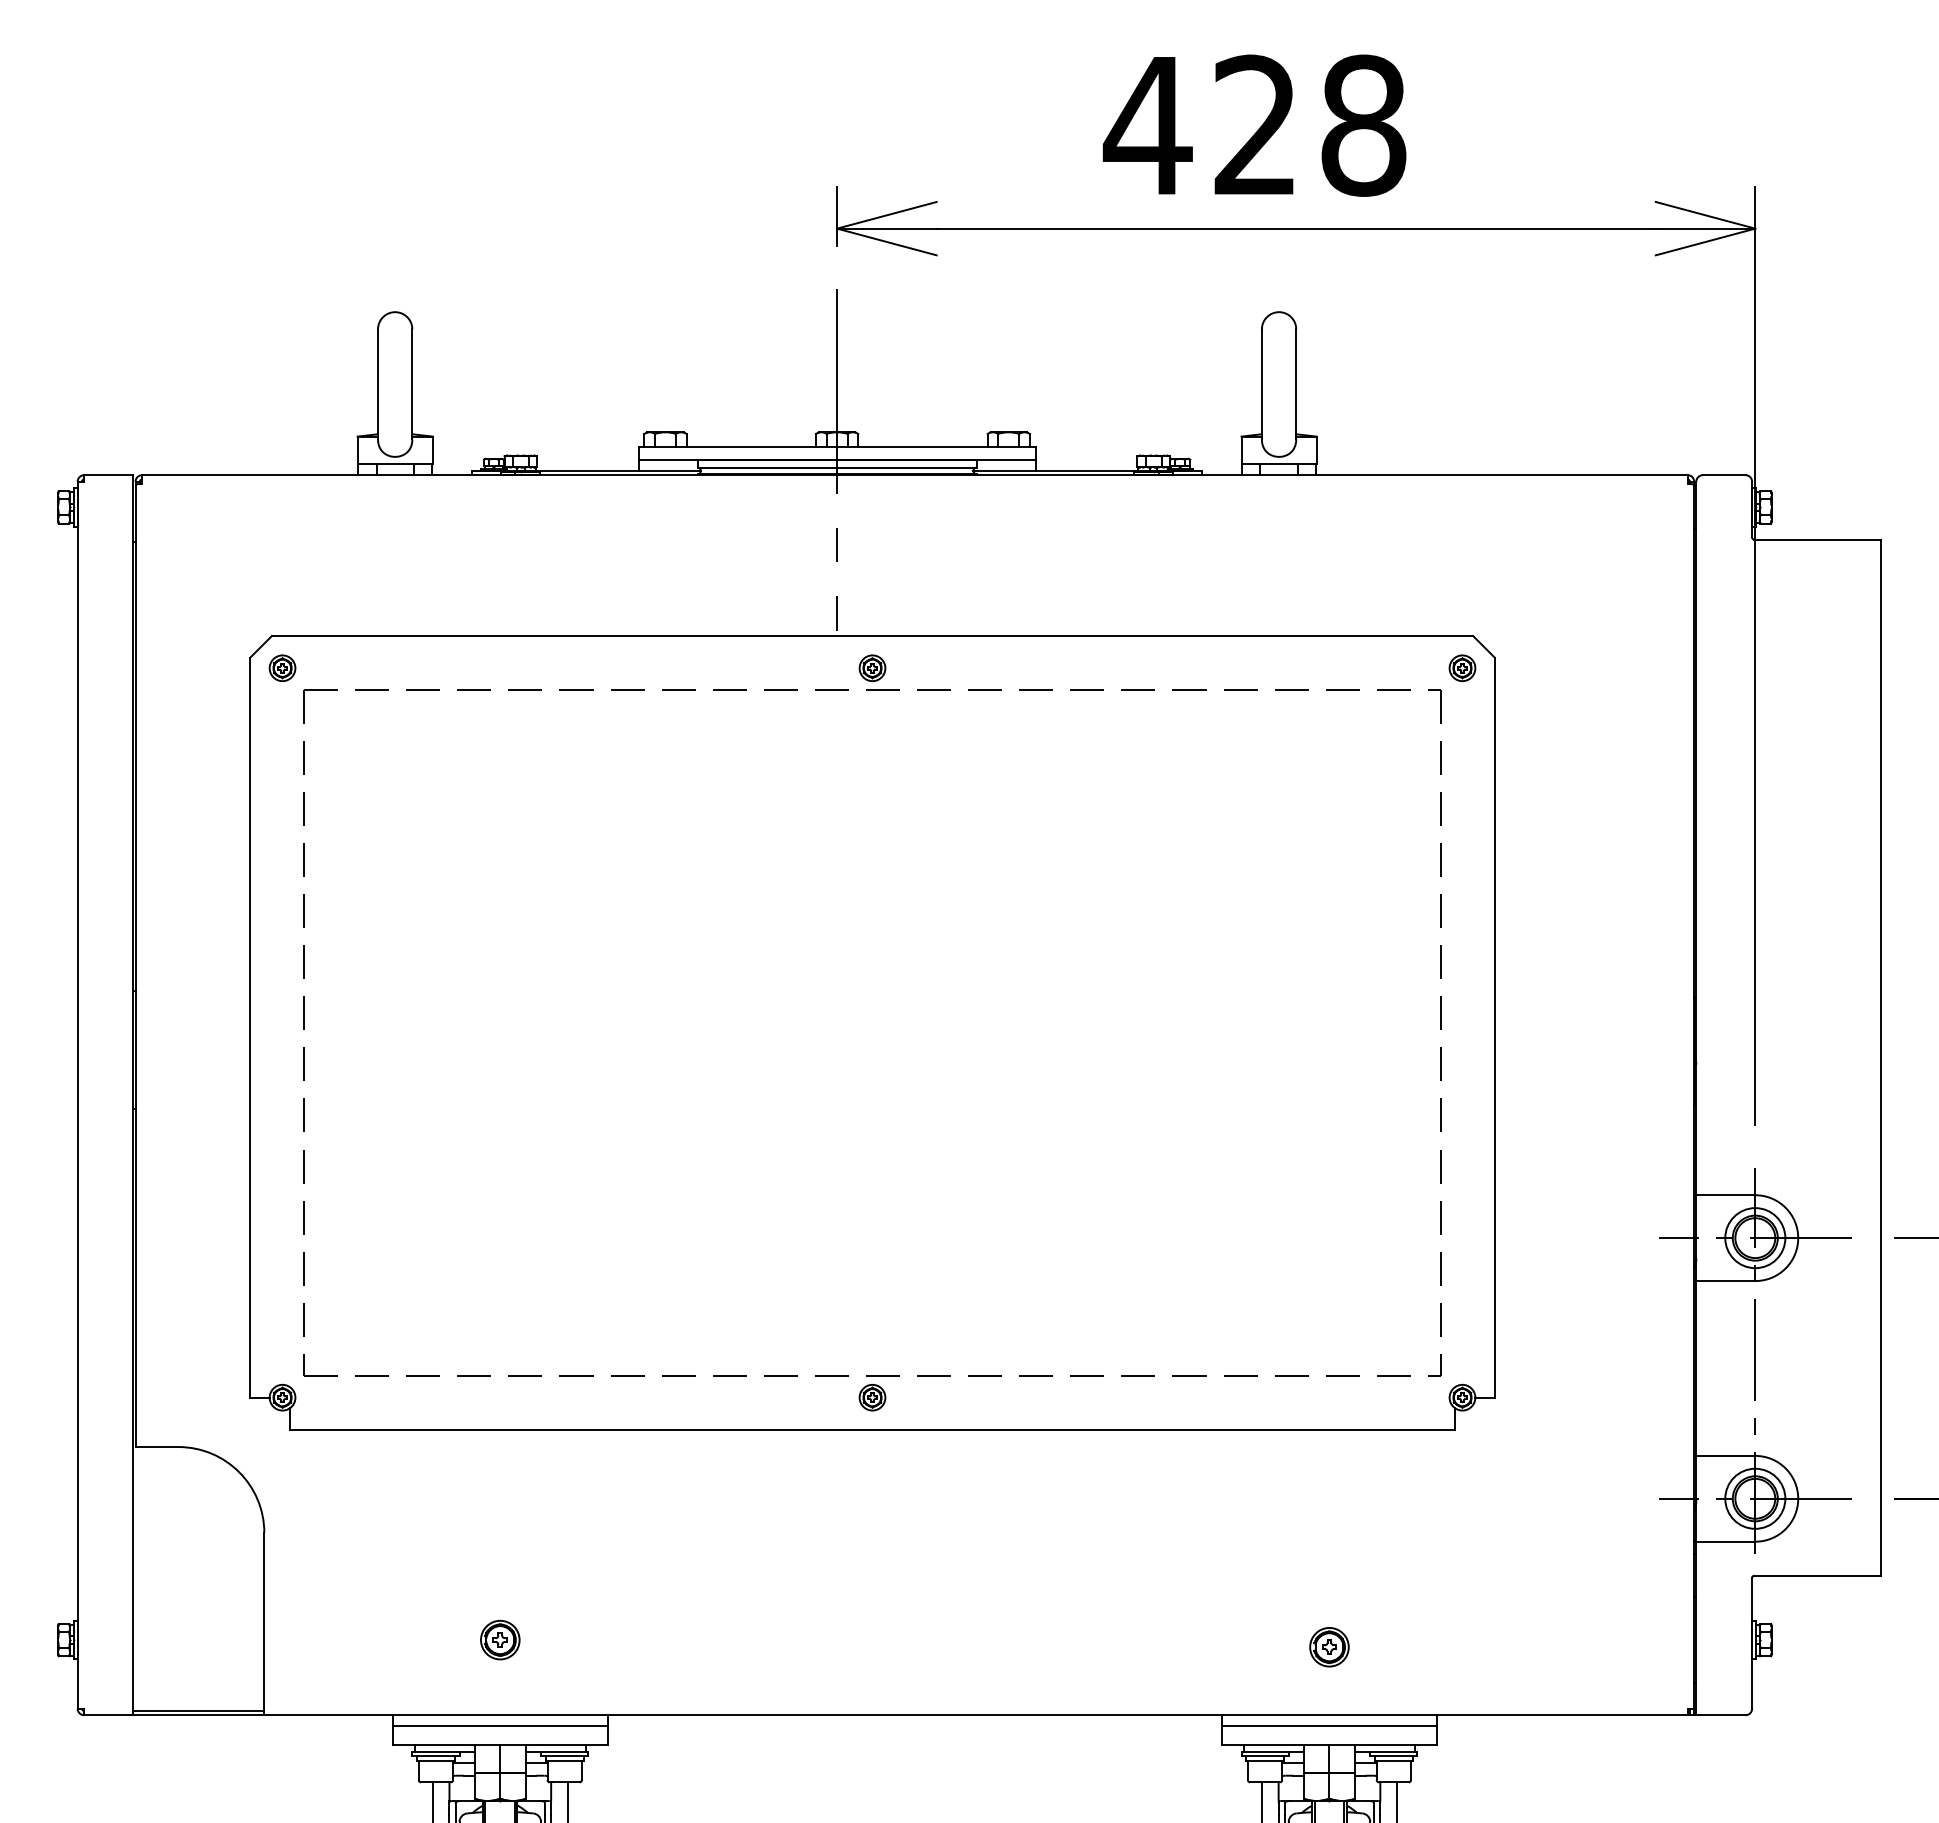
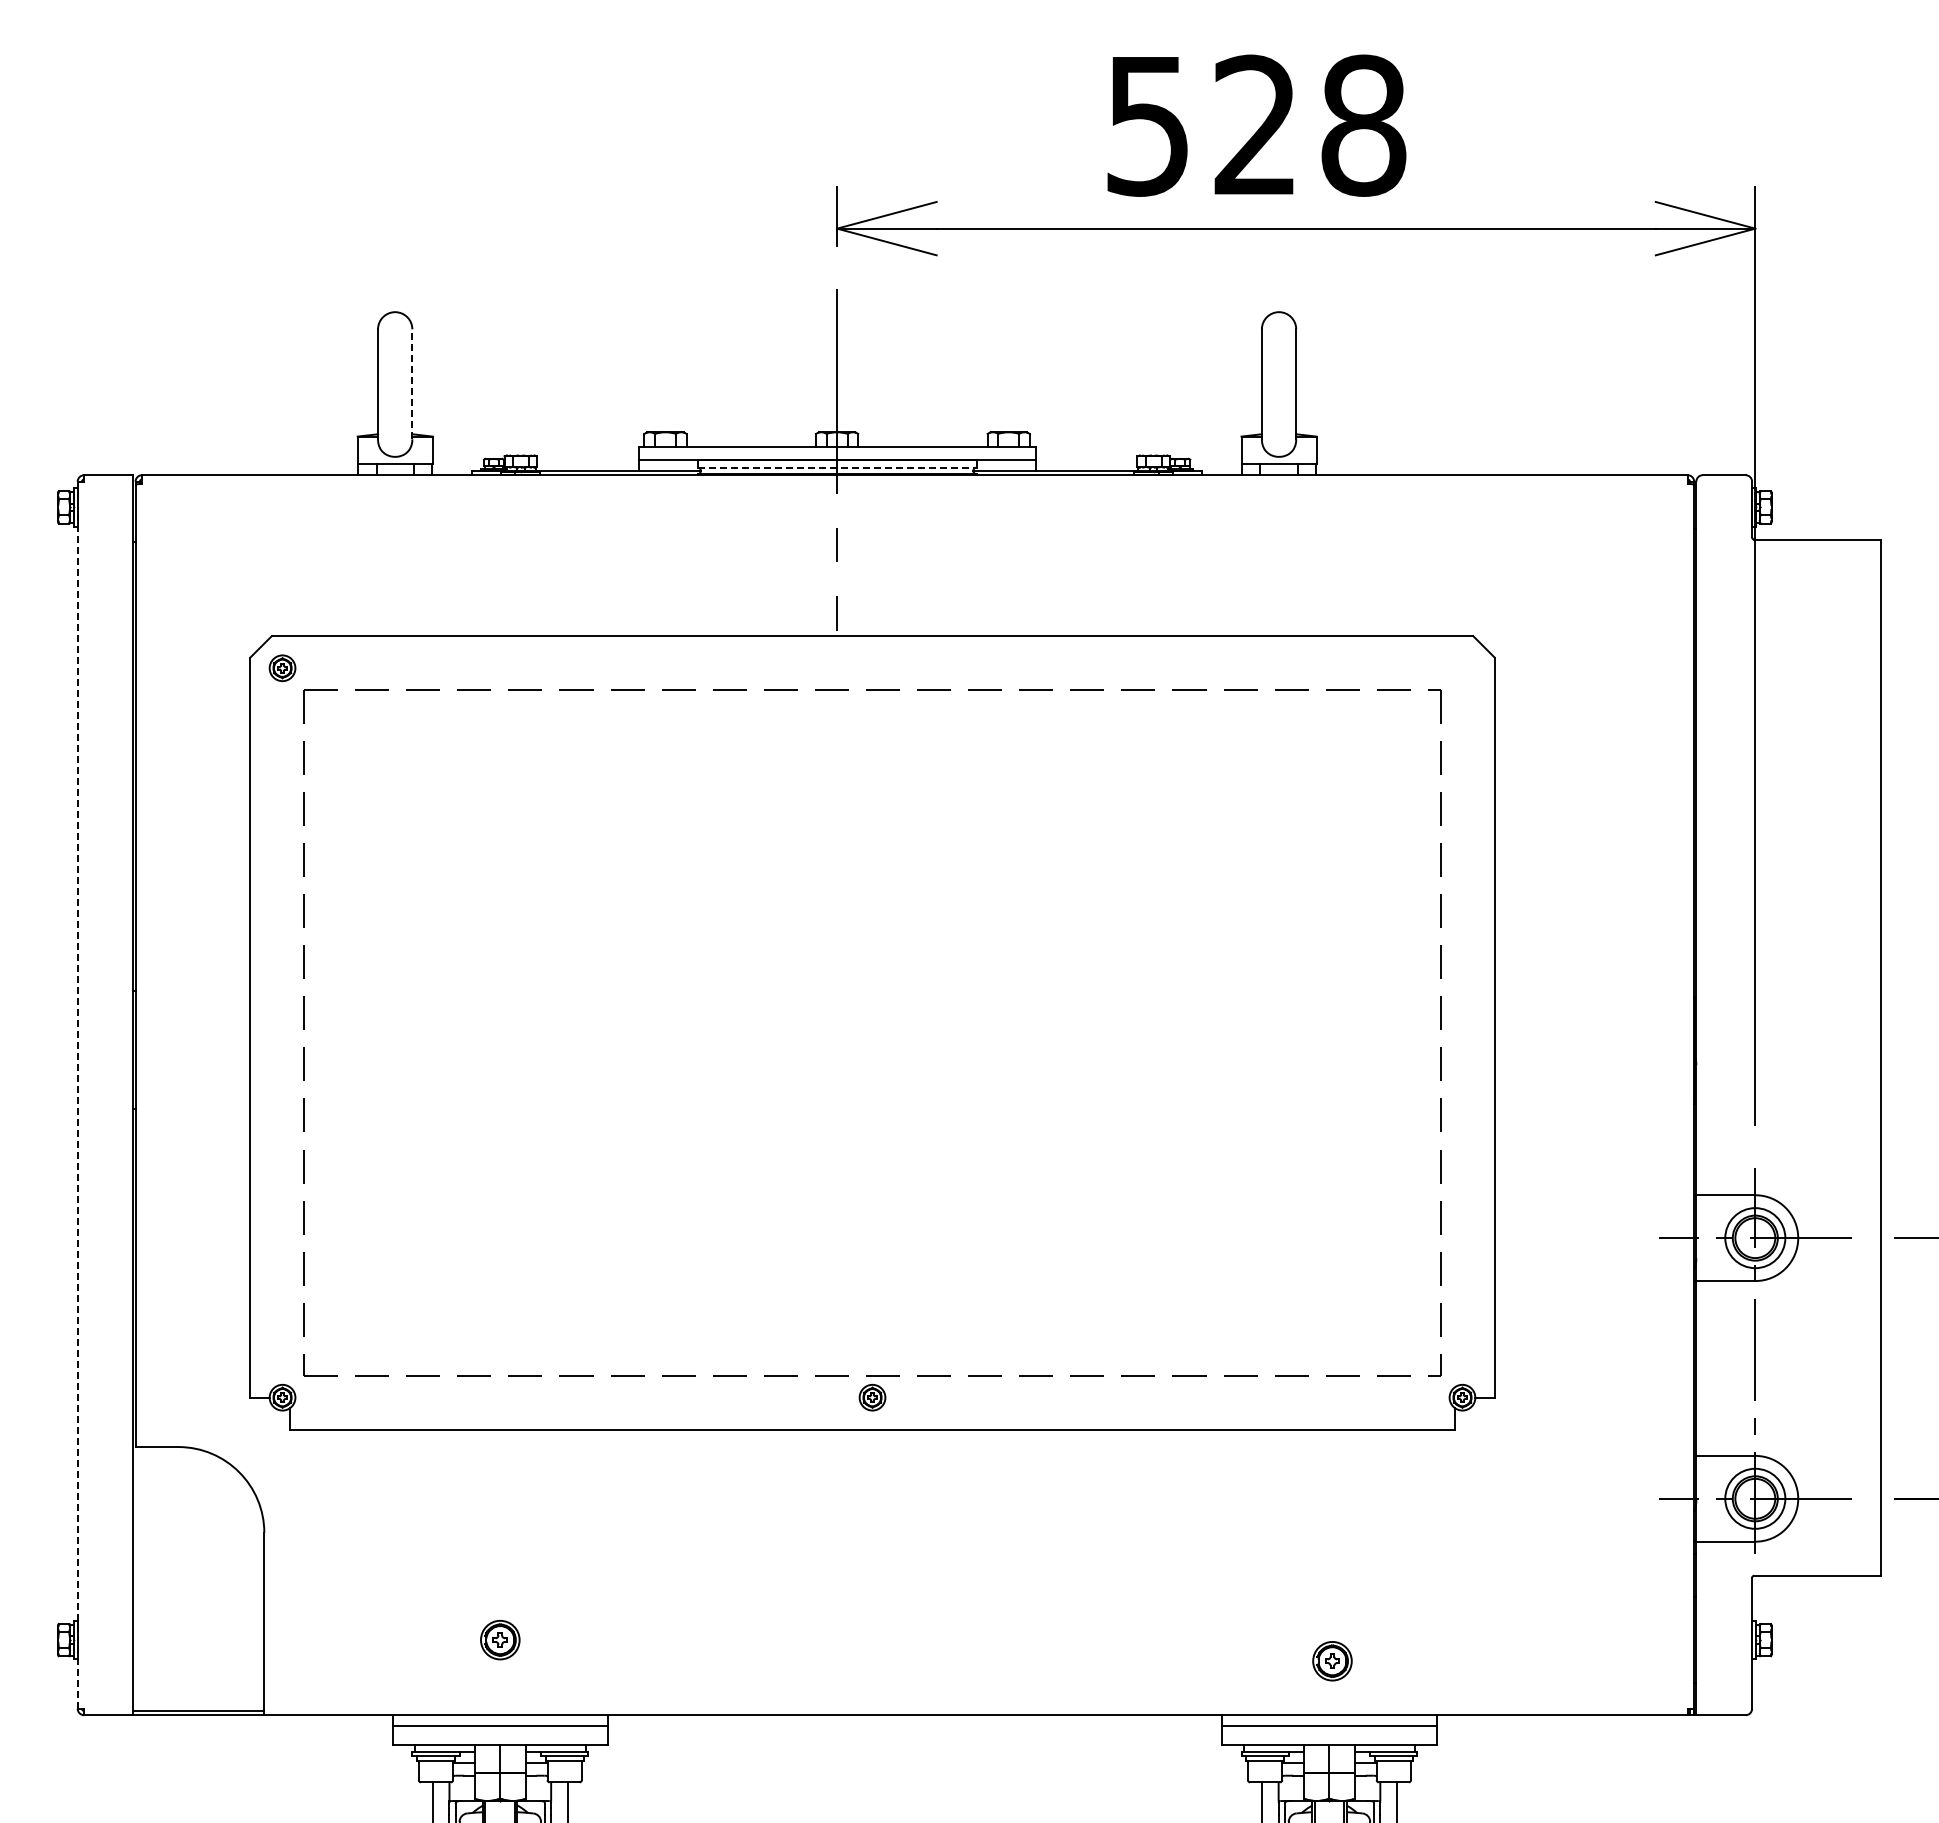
text at (1147, 126): 428 -> 528
line at (412, 383): solid -> dashed
line at (837, 467): solid -> dashed
part at (872, 667): present -> none
part at (1462, 667): present -> none
line at (77, 1095): solid -> dashed
part at (1329, 1647) position: (1329, 1647) -> (1332, 1661)
